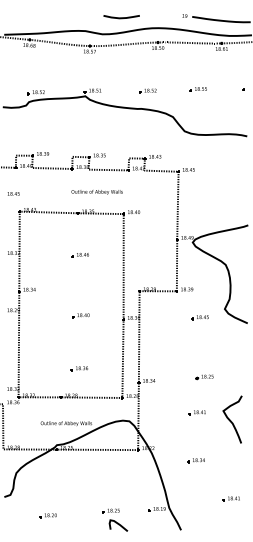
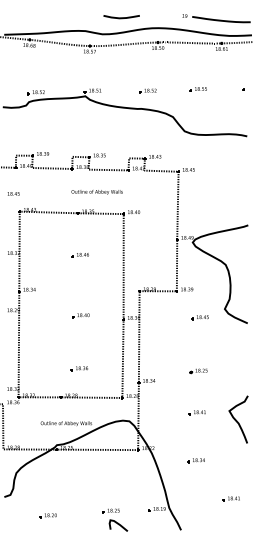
part at (204, 377) position: (204, 377) -> (198, 371)
curve at (231, 420) position: (231, 420) -> (237, 420)
